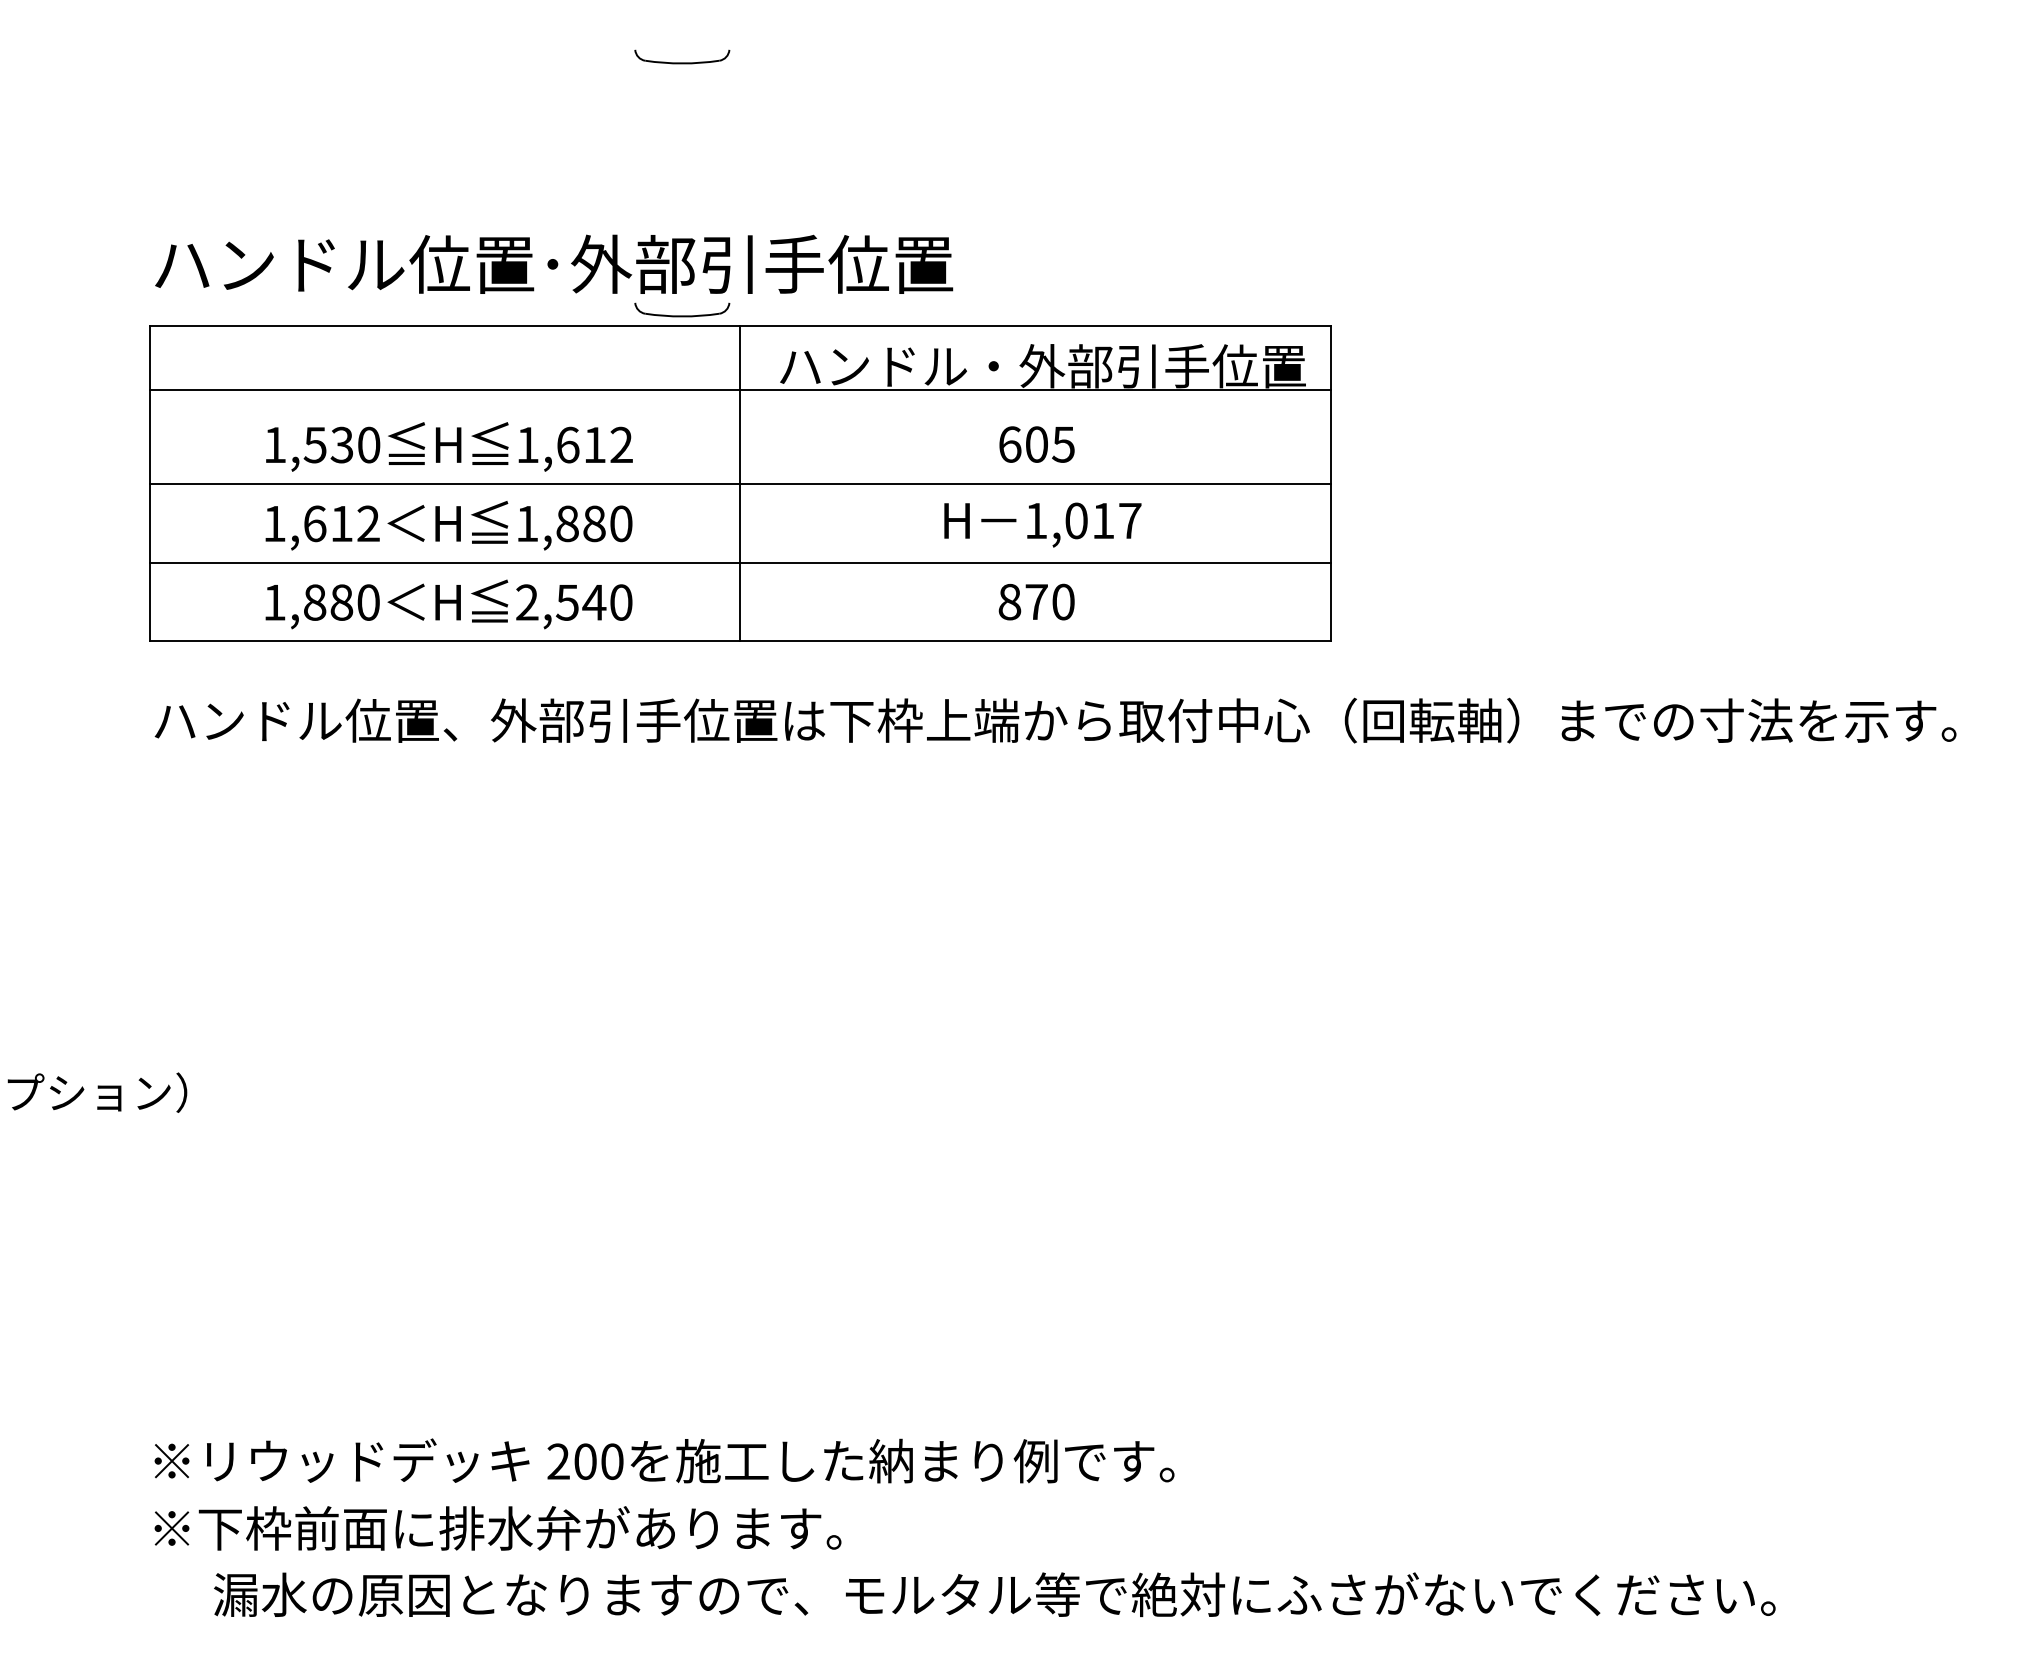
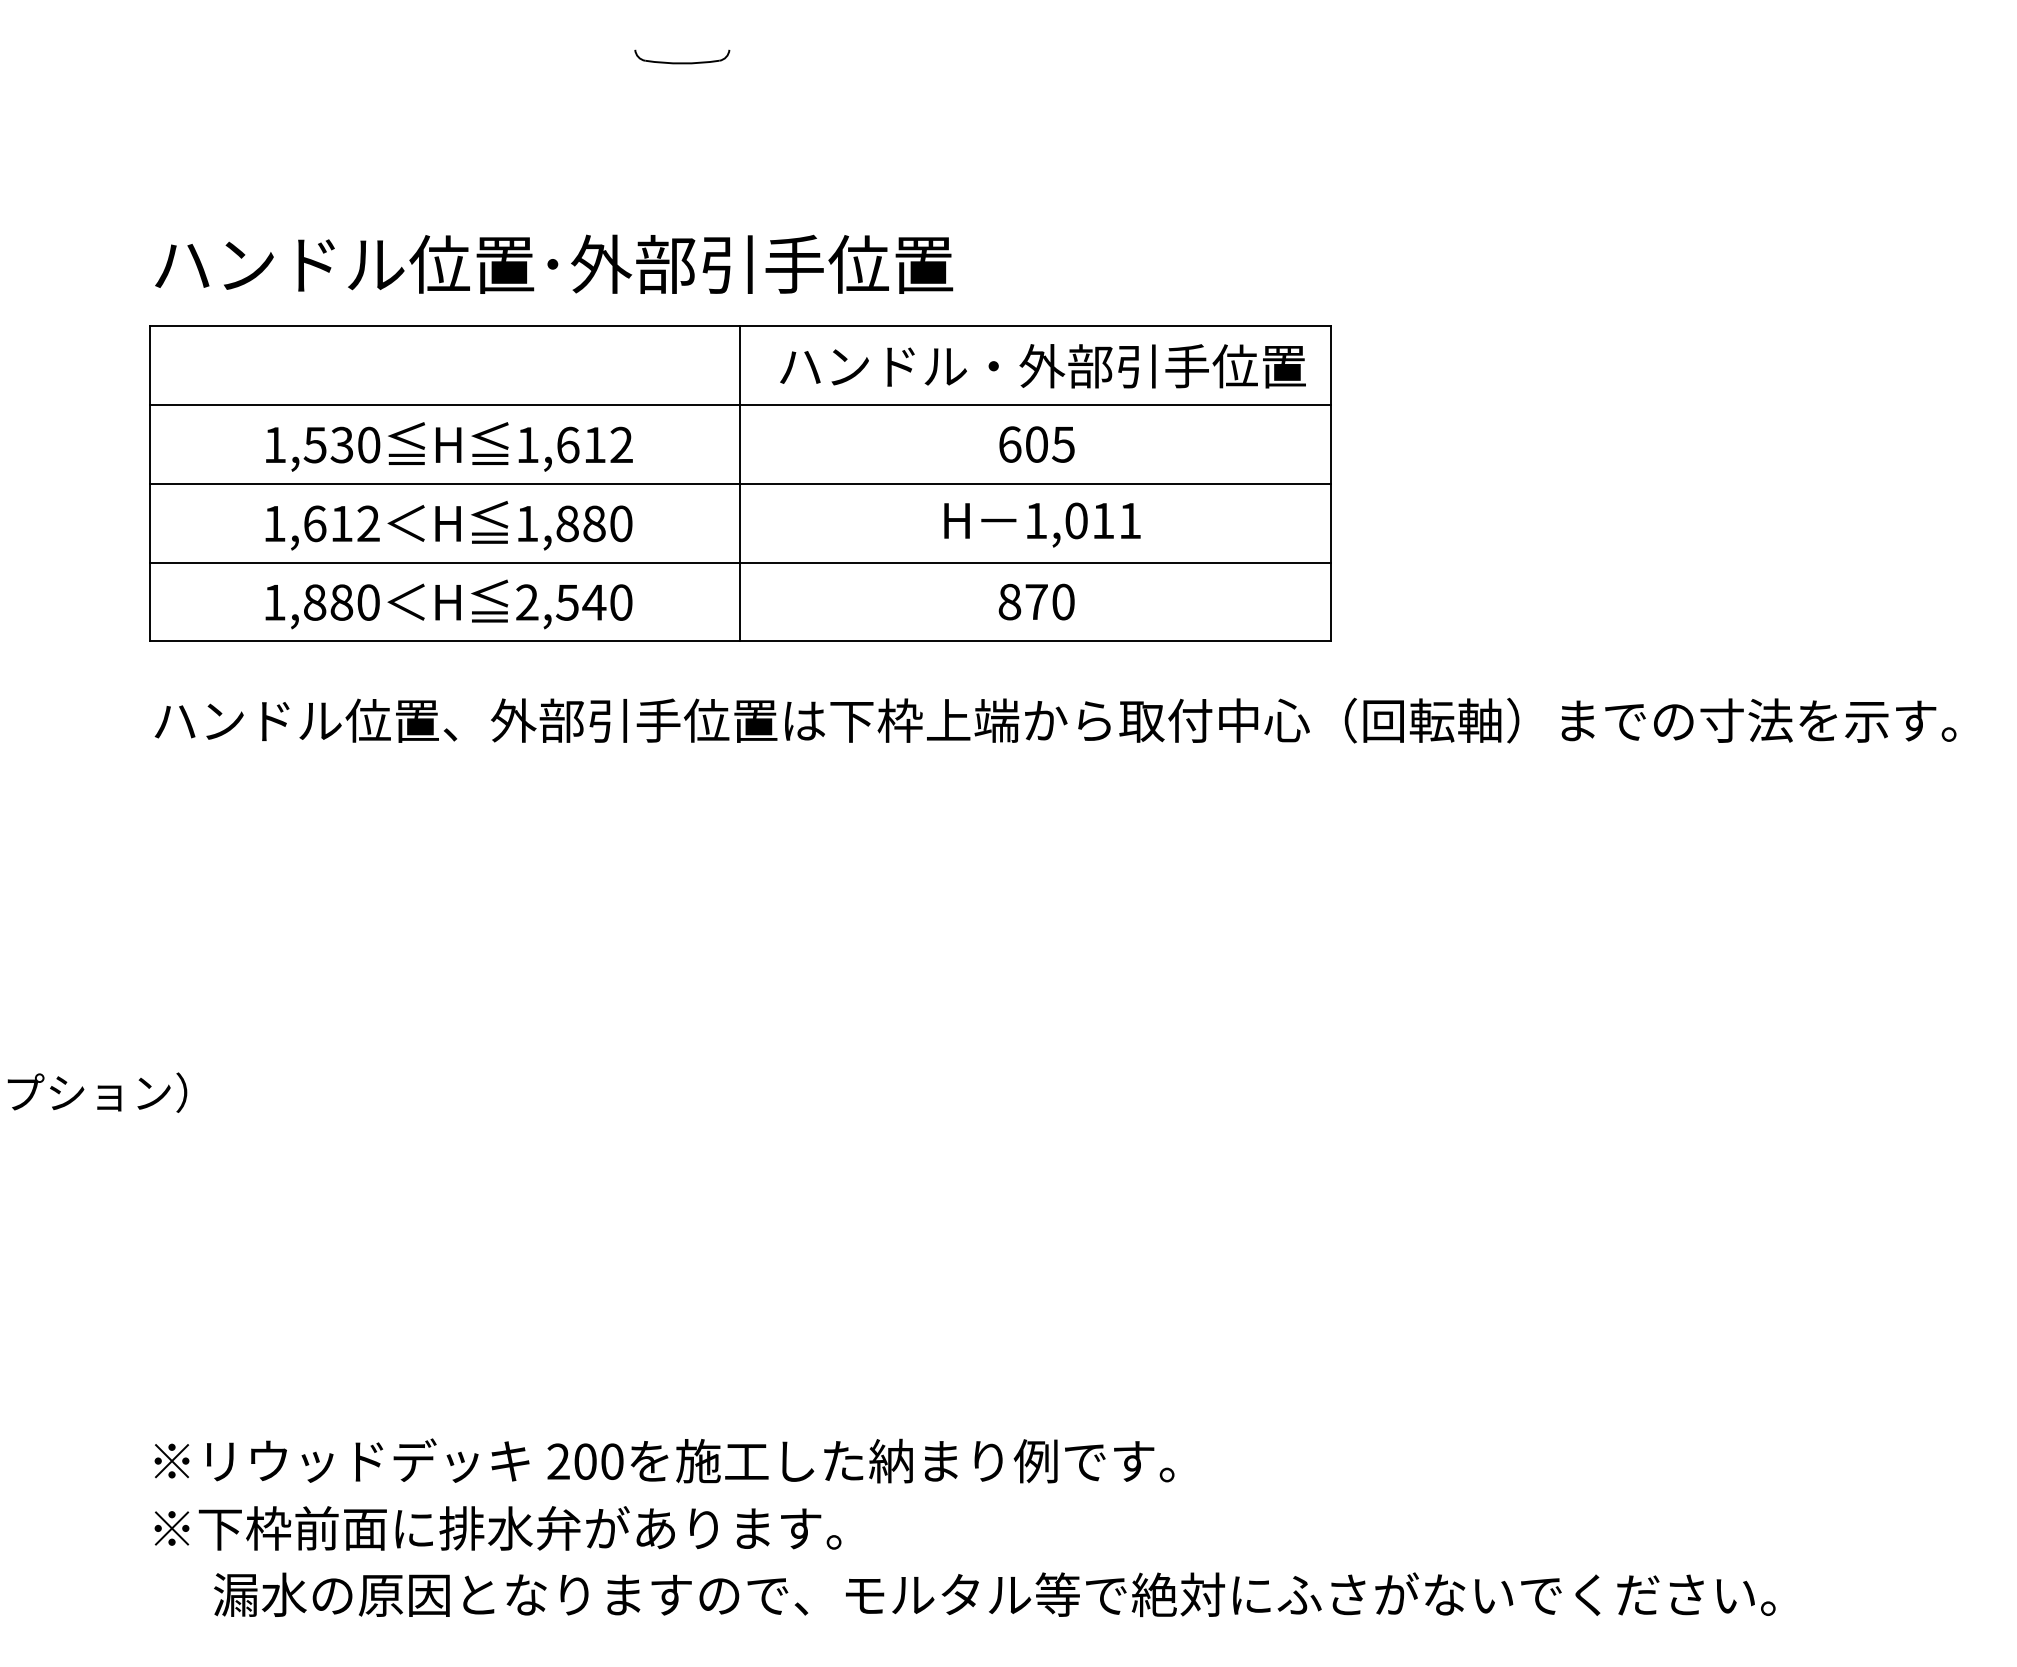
part at (682, 309): present -> none
line at (739, 390) position: (739, 390) -> (739, 405)
text at (1130, 520): 1,017 -> 1,011
